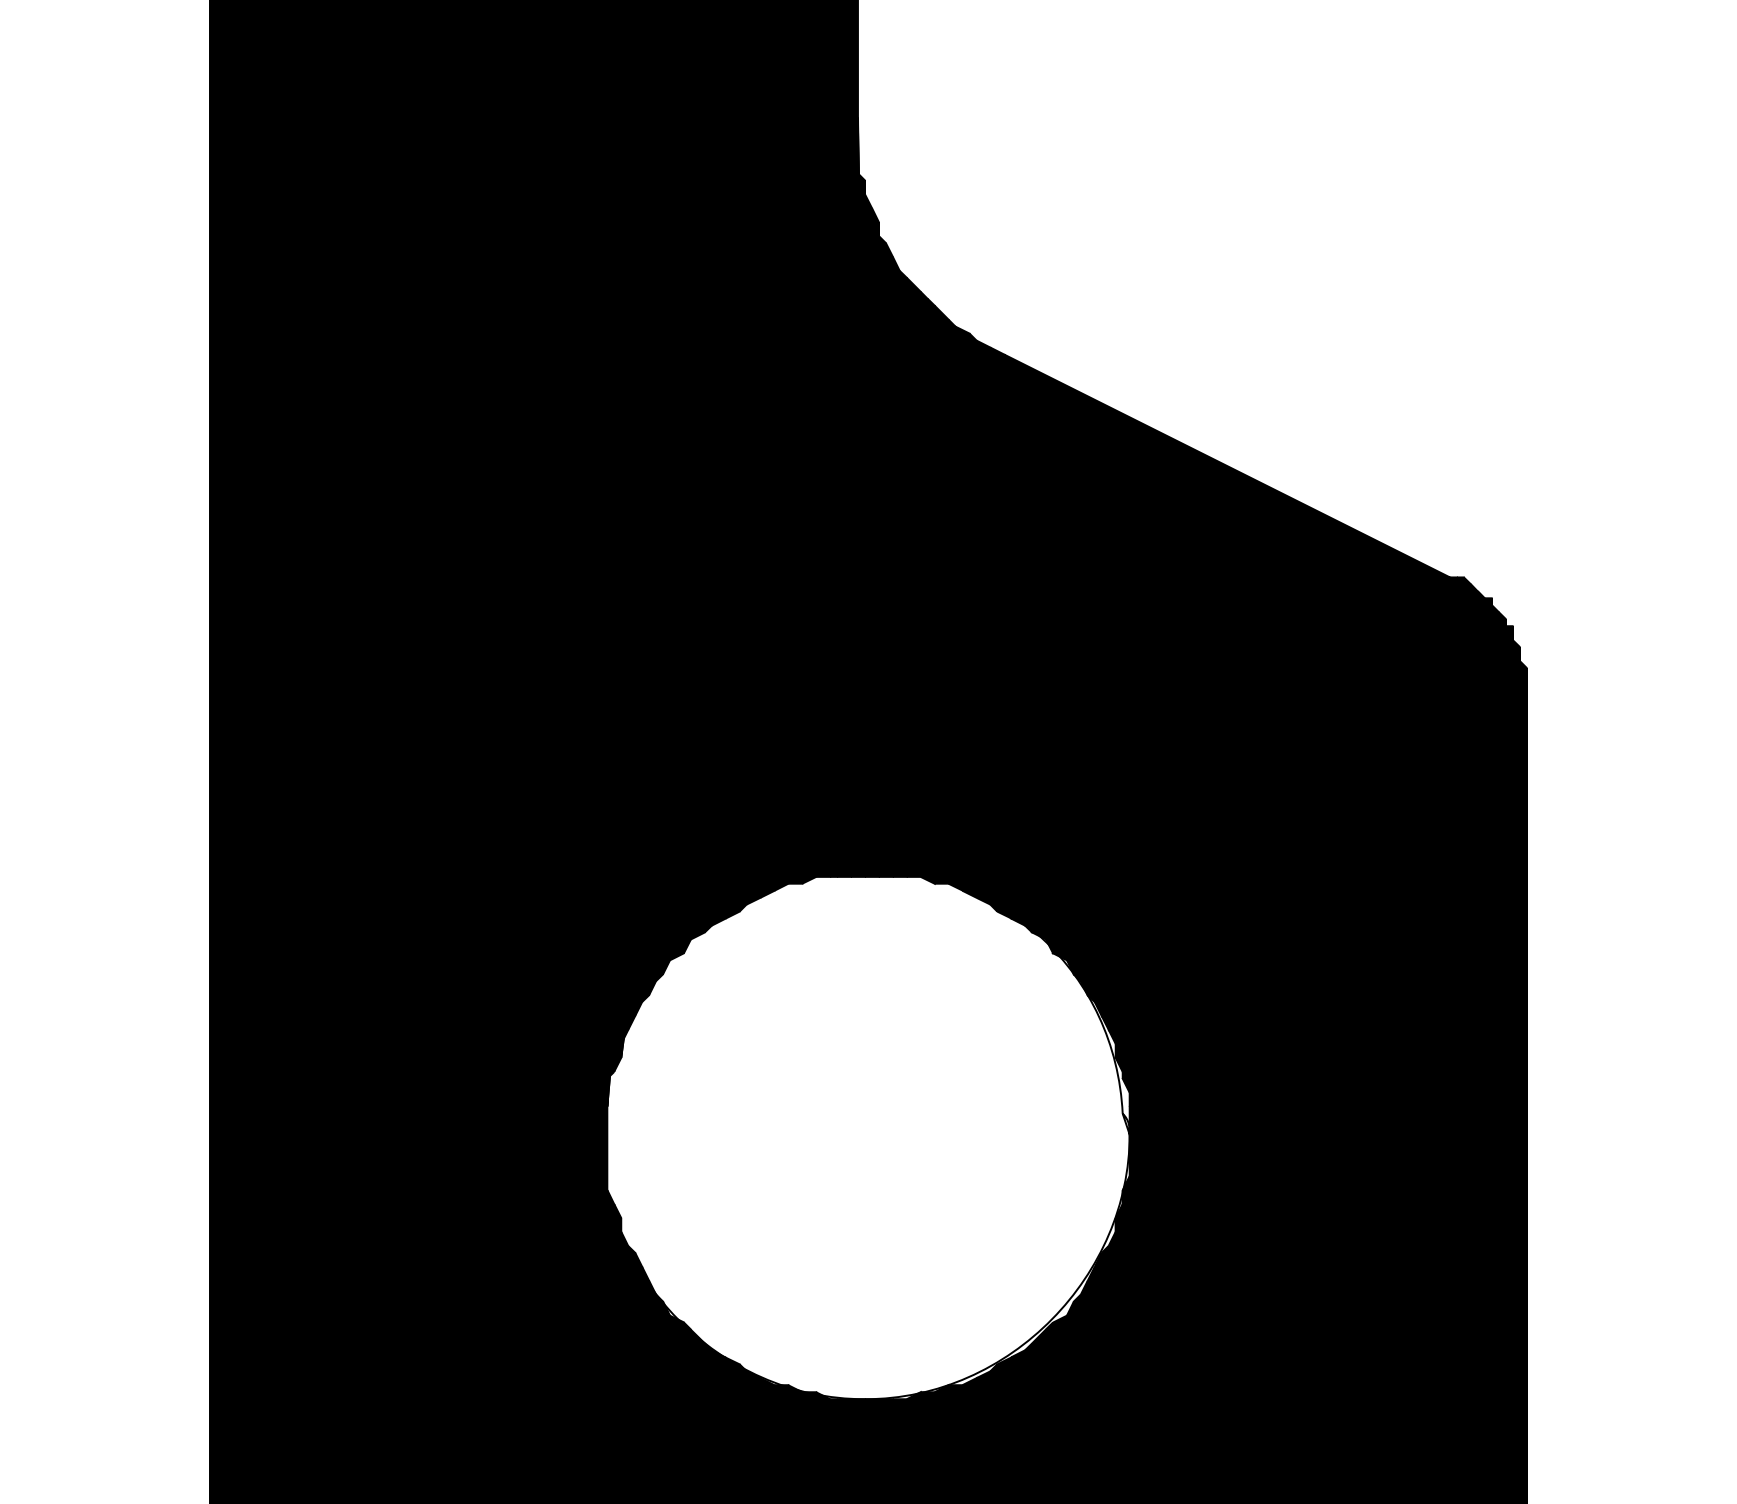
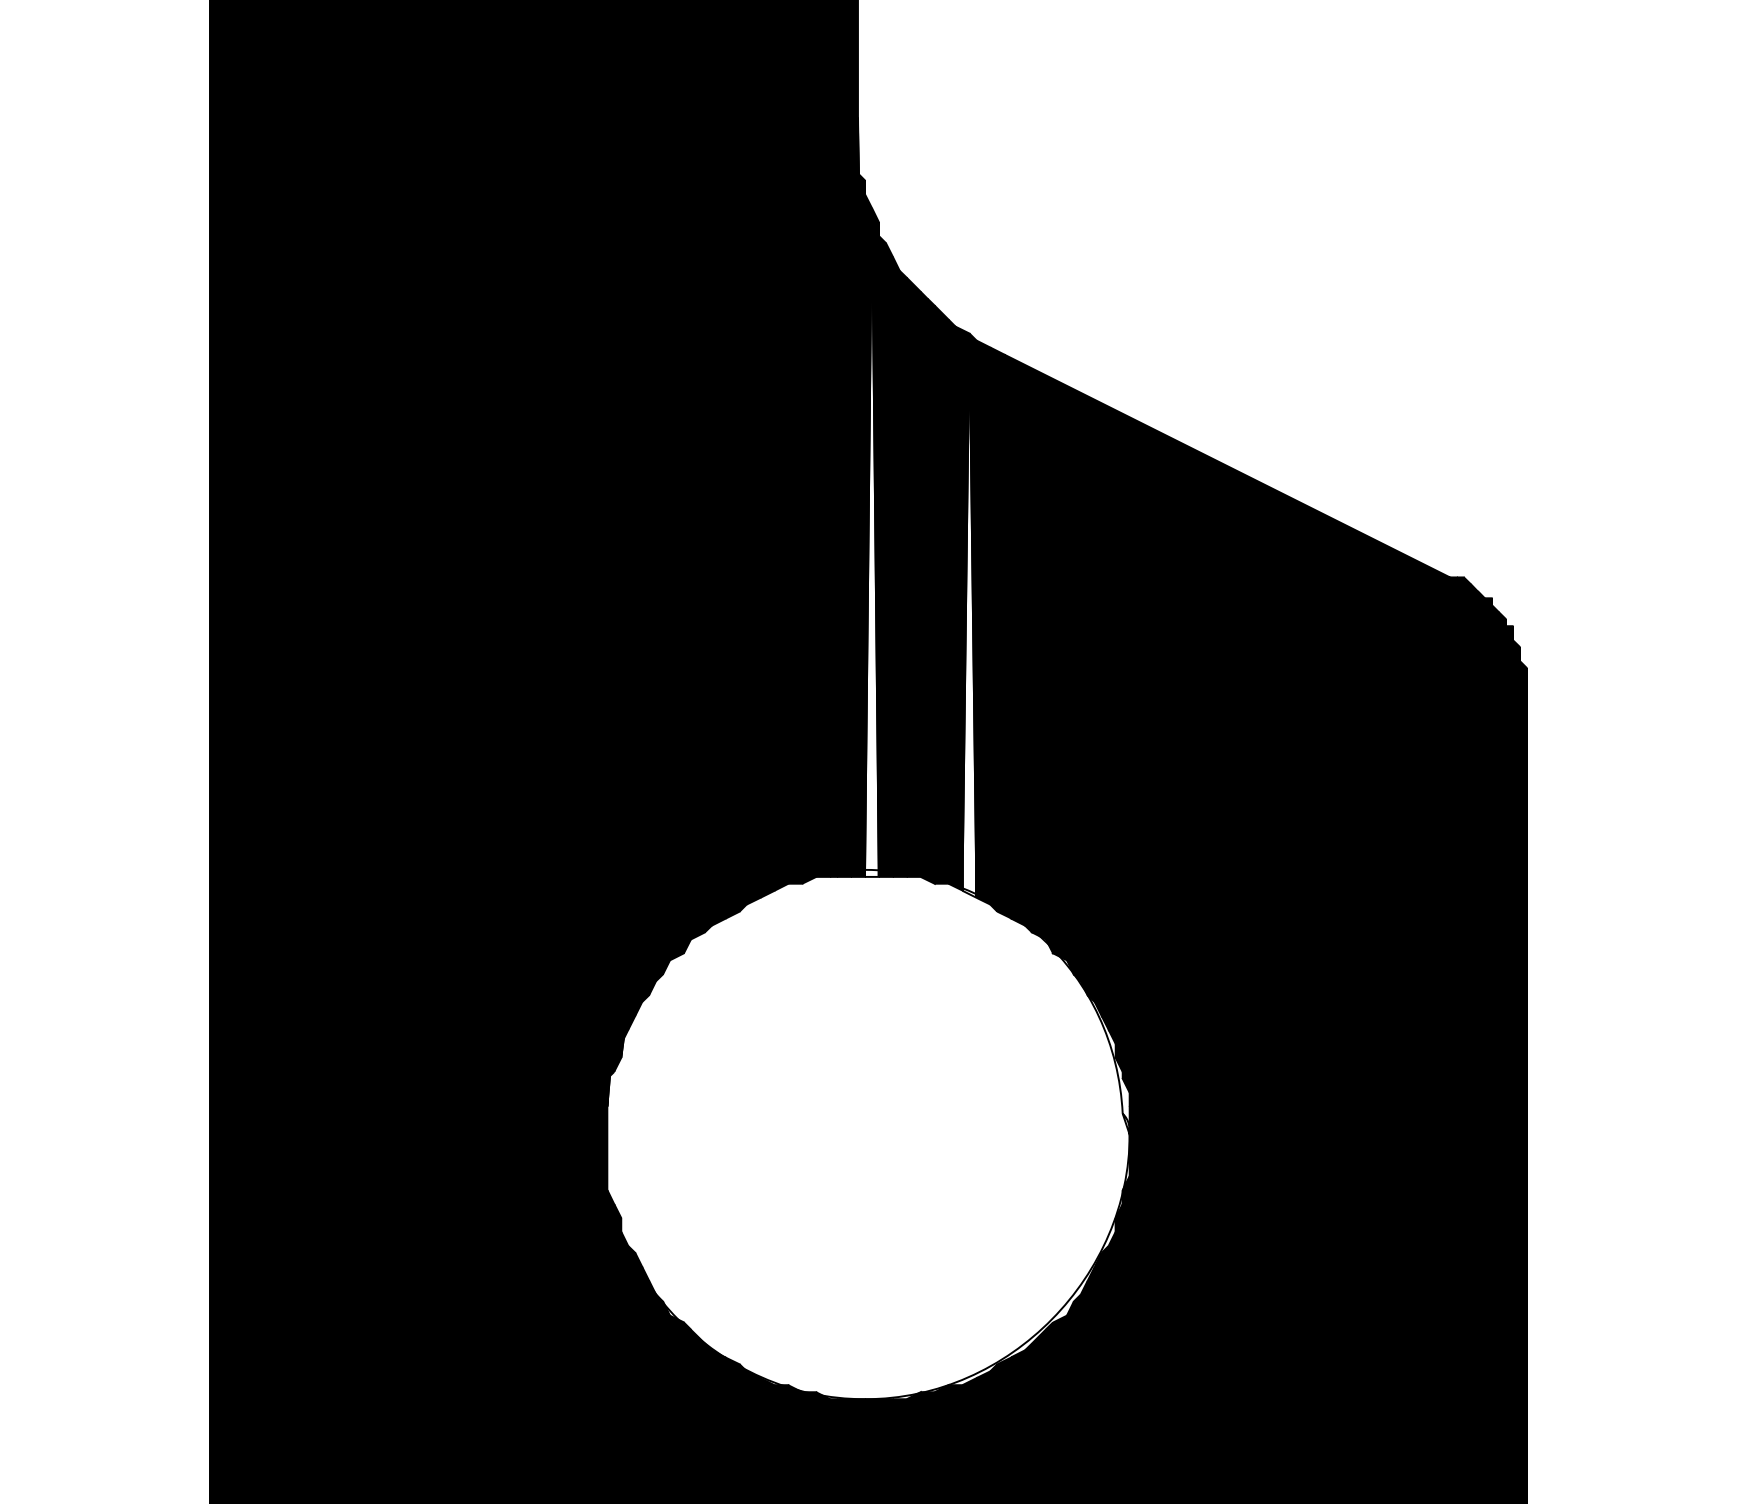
fill at (871, 542): present -> none
fill at (969, 615): present -> none
